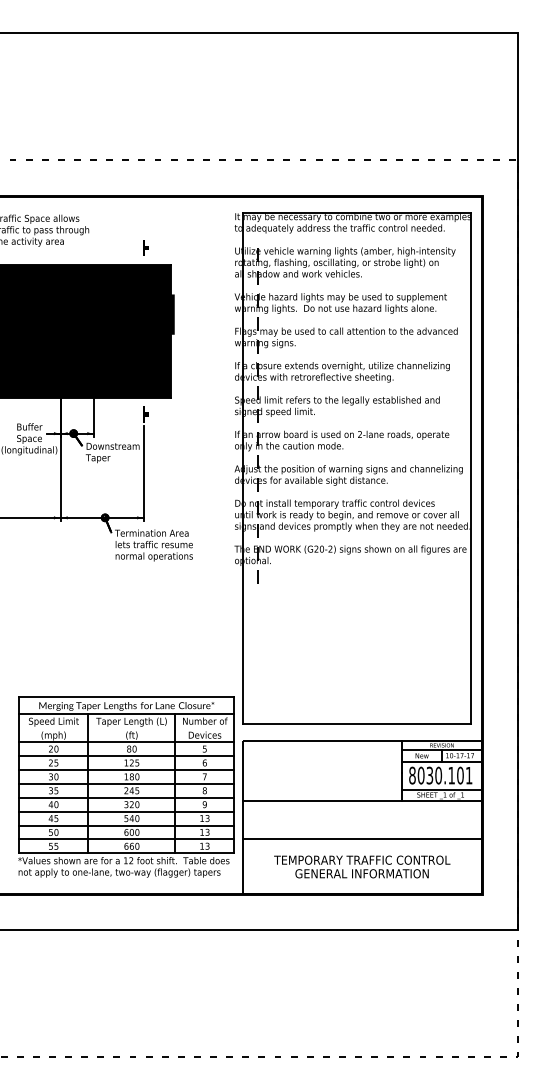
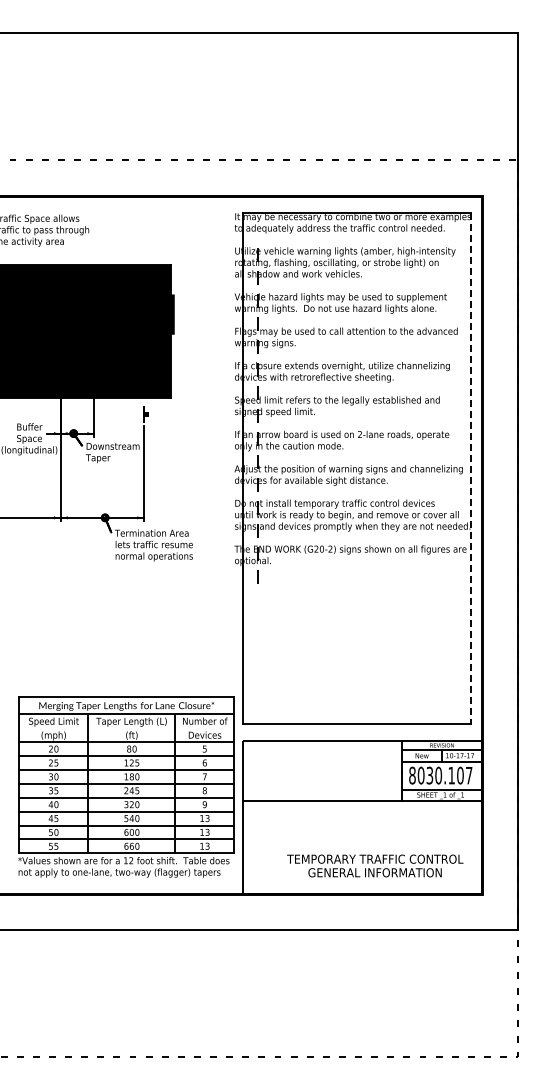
part at (145, 247): present -> none
line at (471, 469): solid -> dashed
text at (469, 775): 8030.101 -> 8030.107
line at (361, 839): present -> none
text at (362, 866) position: (362, 866) -> (375, 865)
